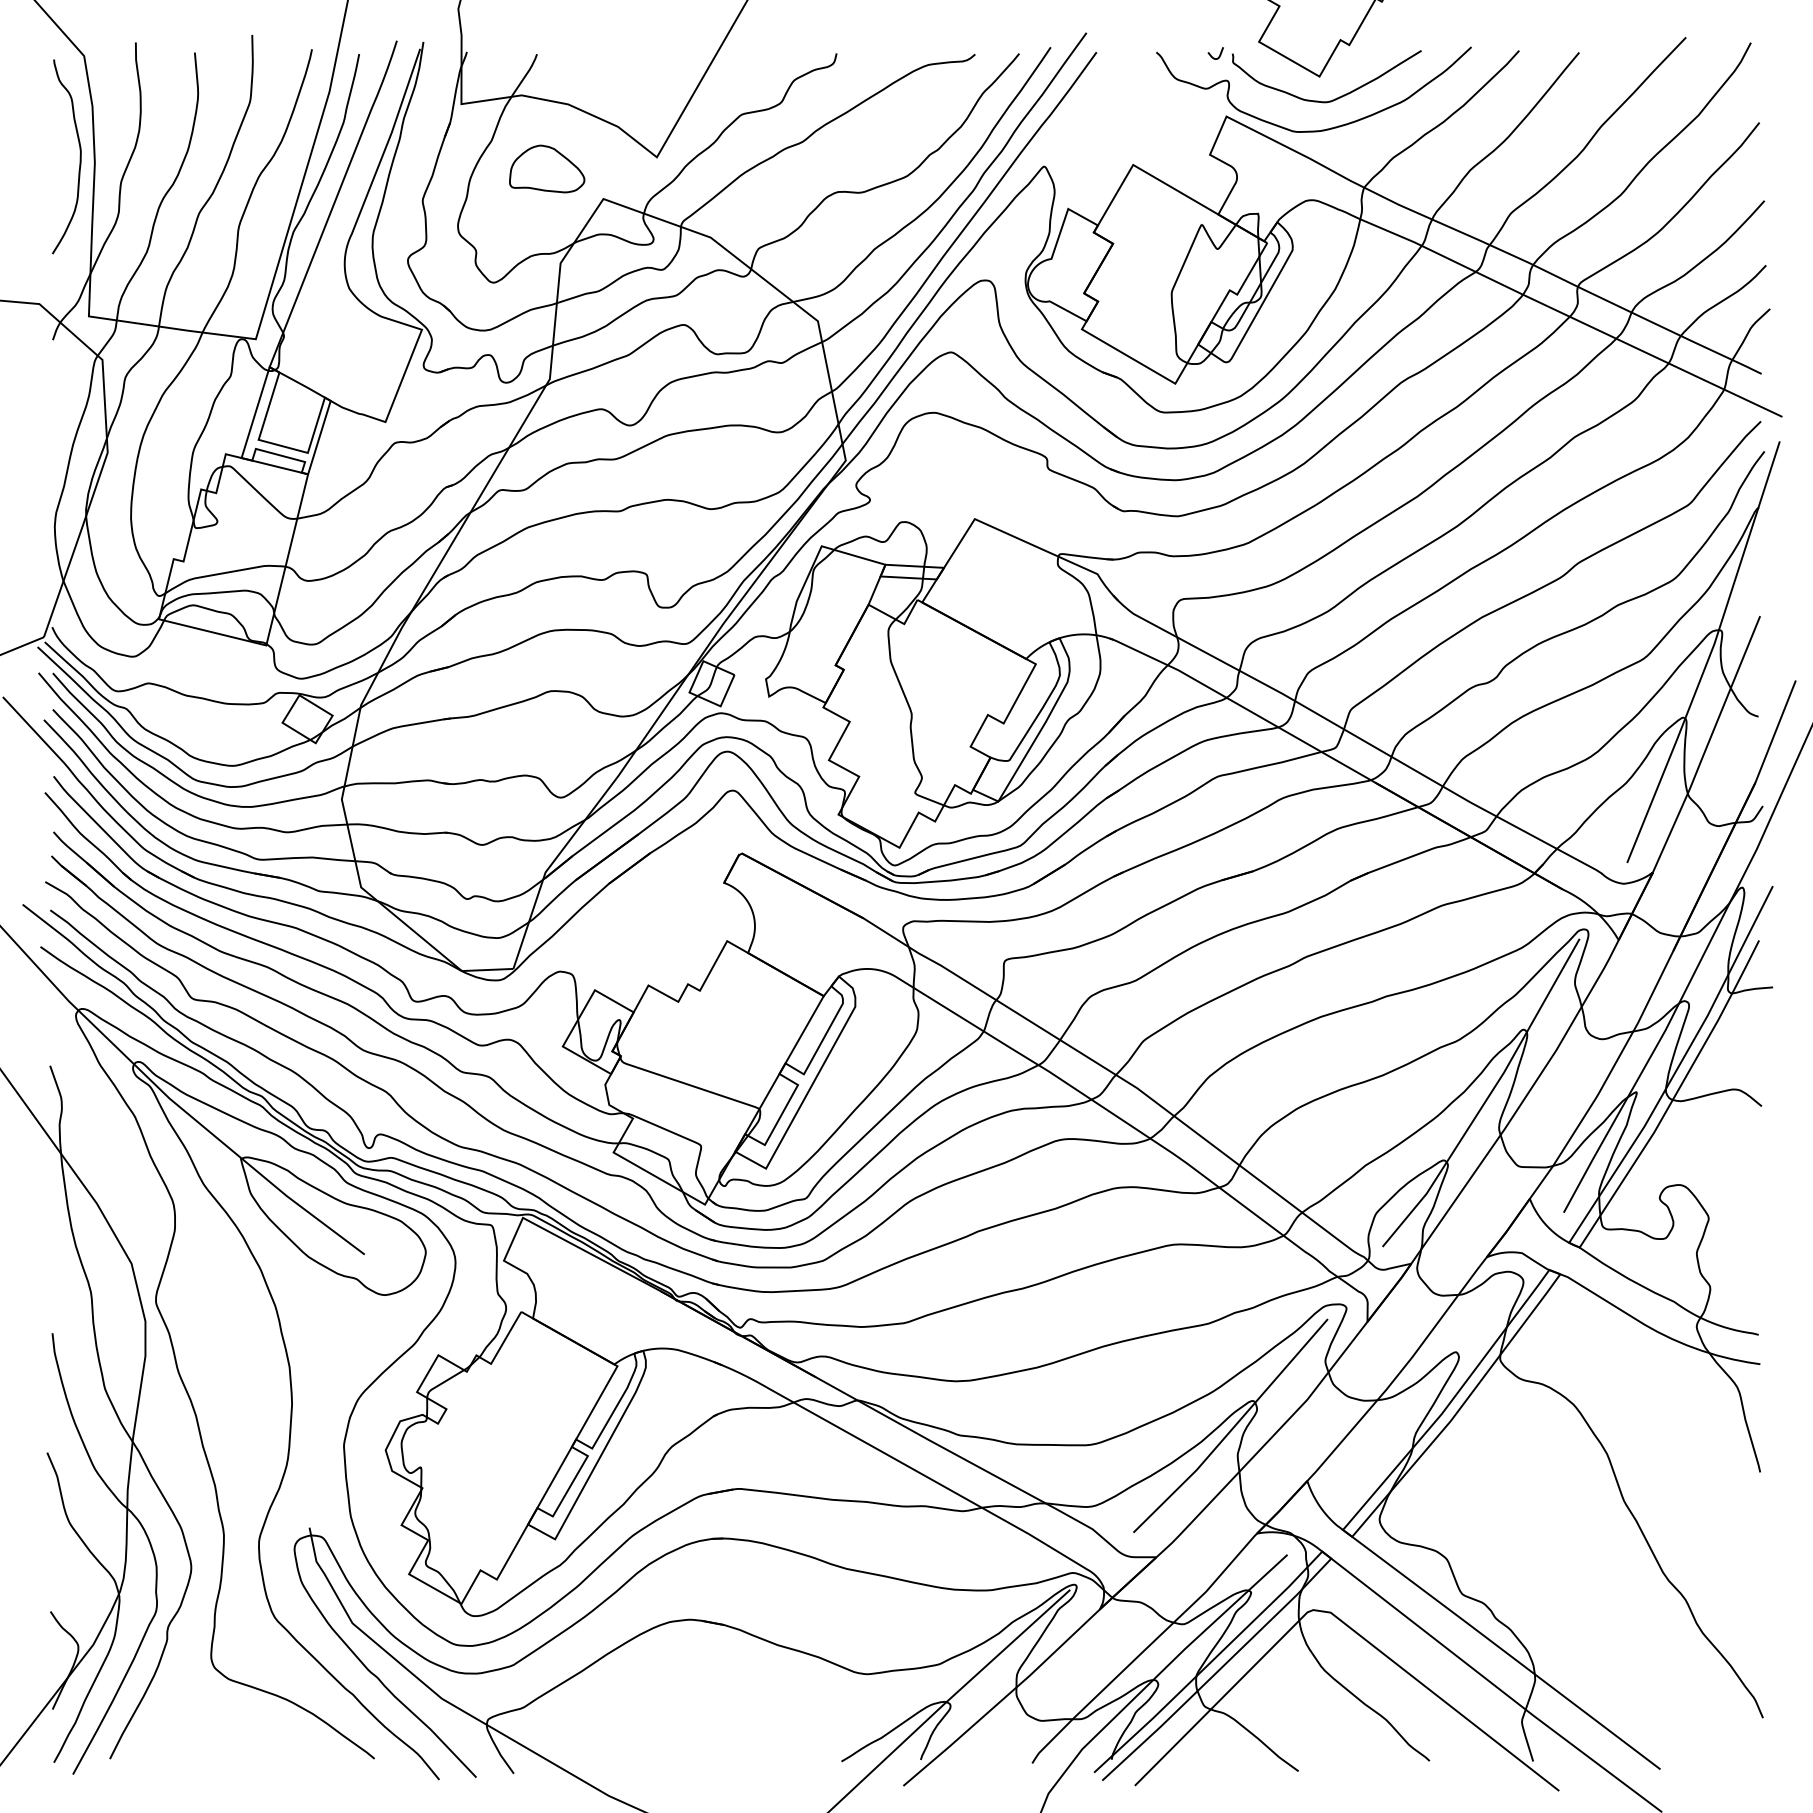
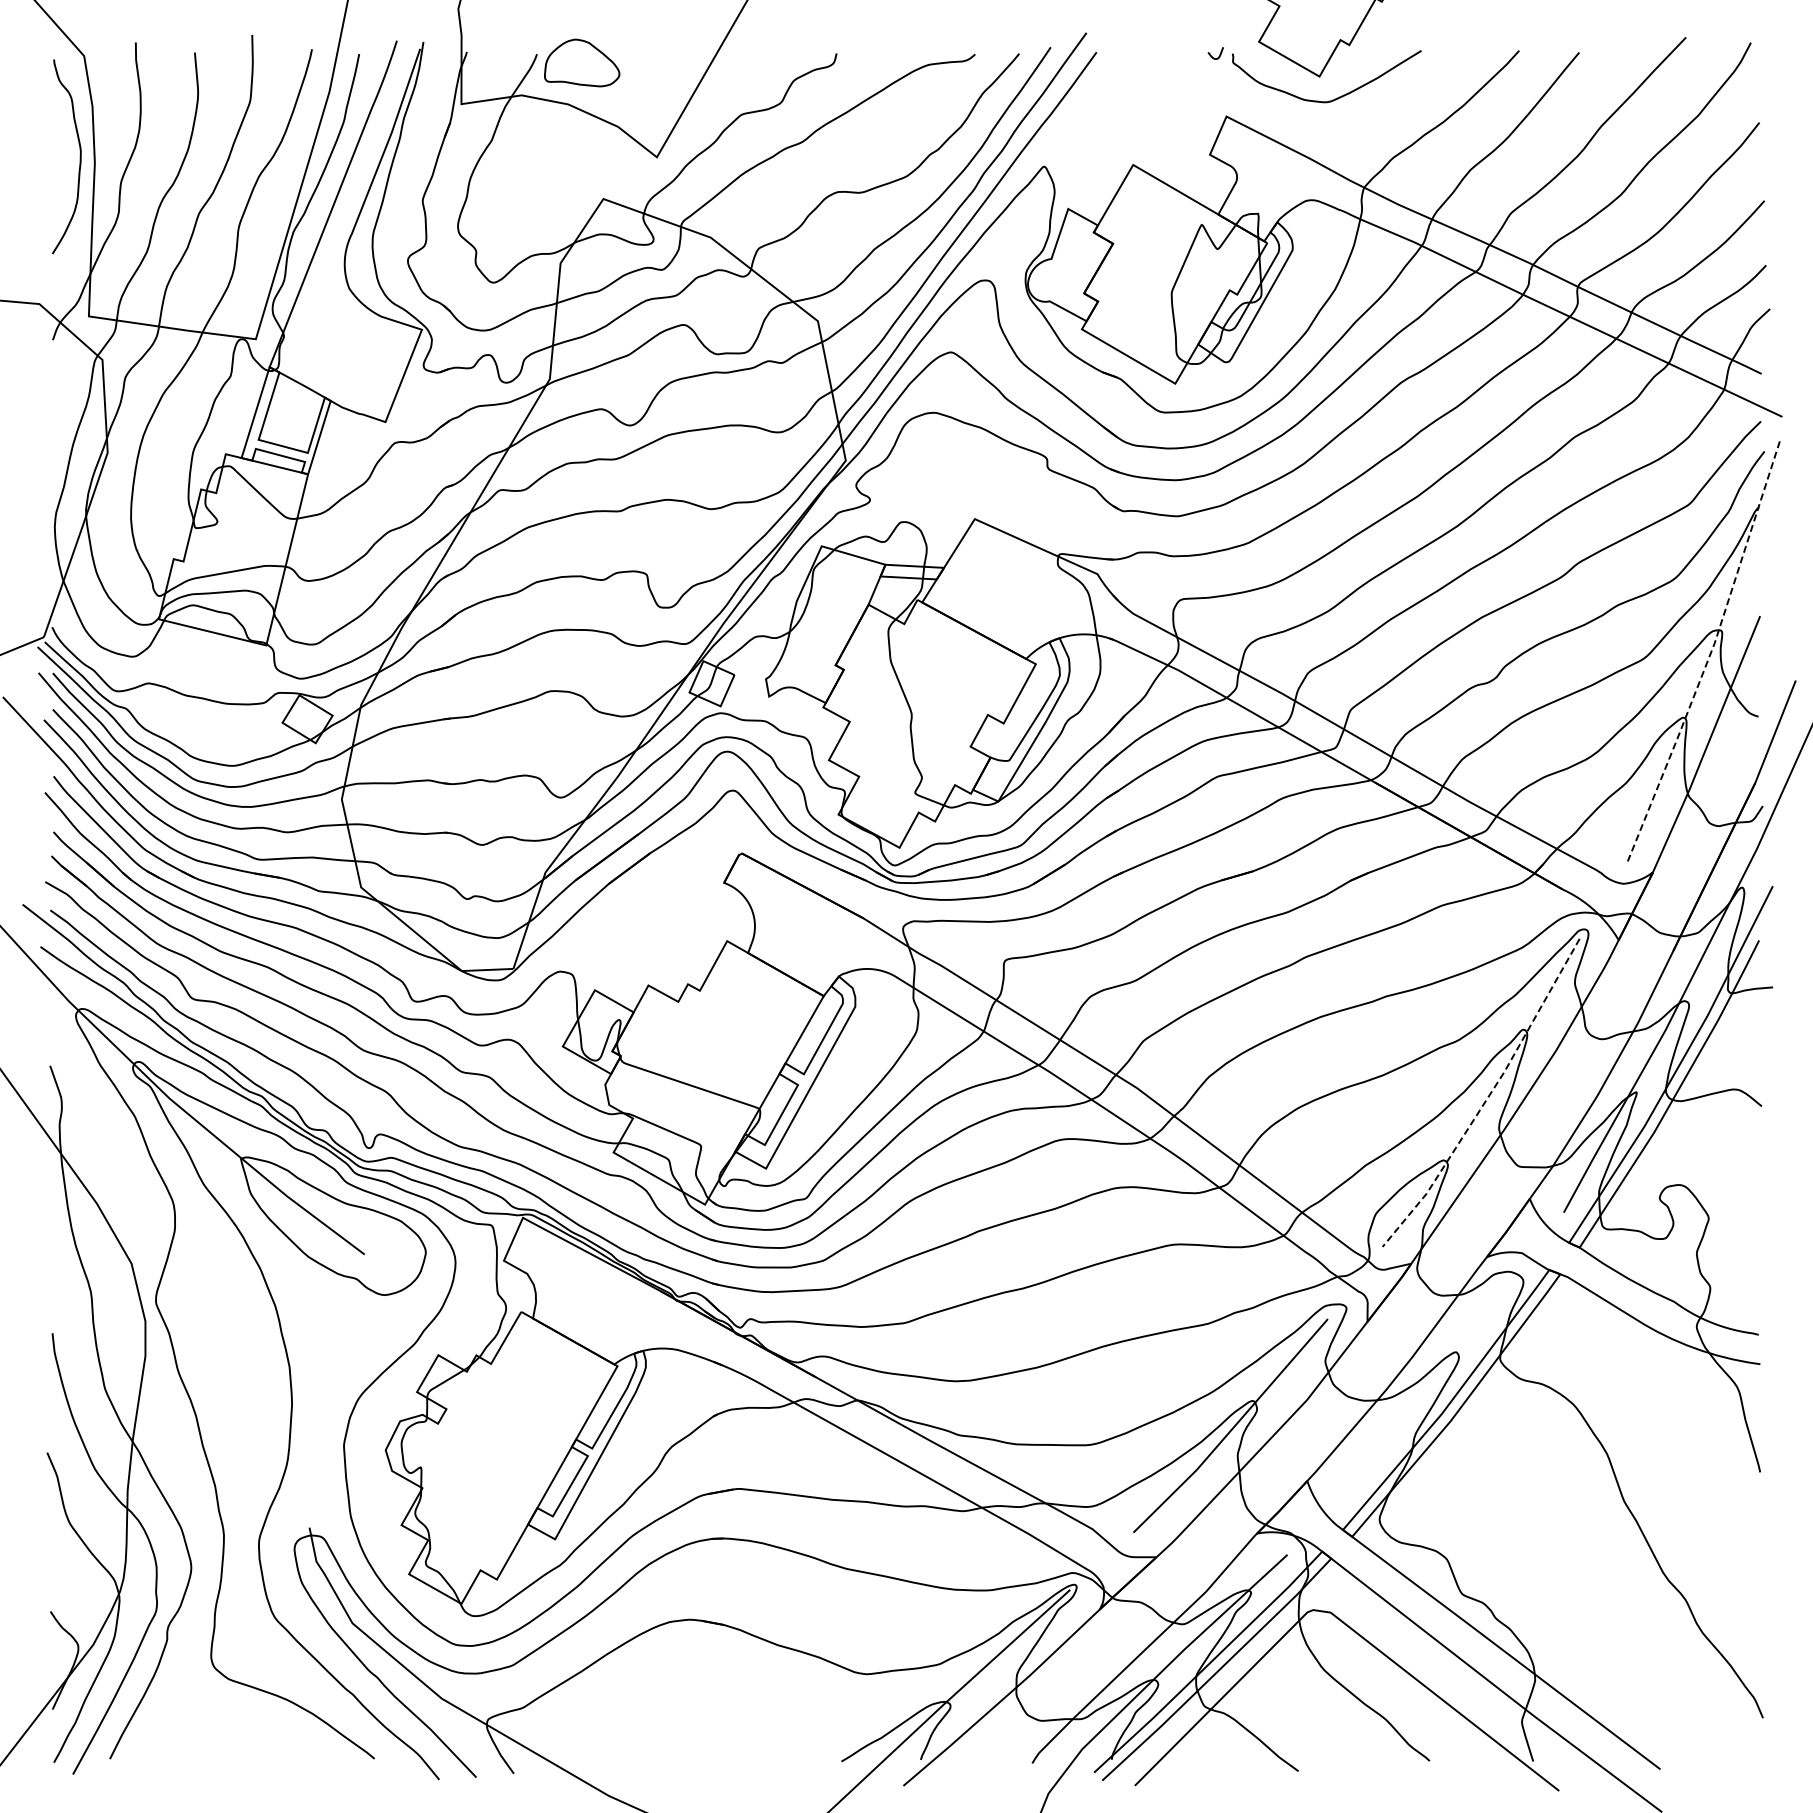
curve at (1322, 129): present -> none
part at (547, 168) position: (547, 168) -> (582, 62)
line at (1710, 654): solid -> dashed
line at (1487, 1097): solid -> dashed
